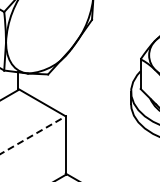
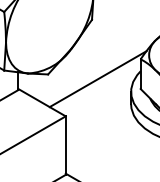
line at (97, 79): none -> present
line at (32, 135): dashed -> solid
